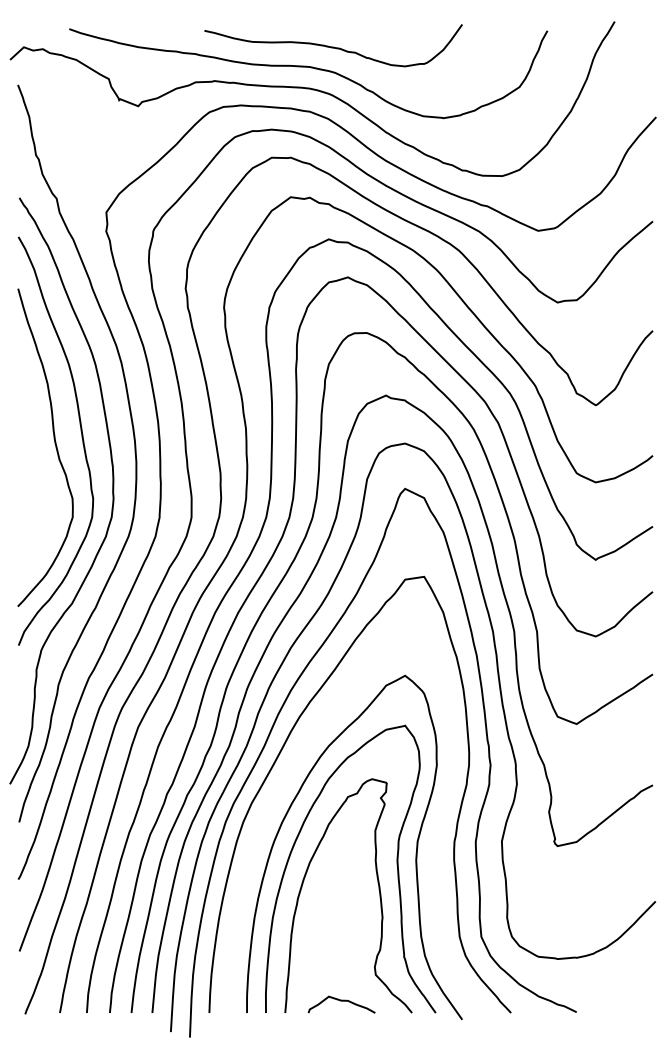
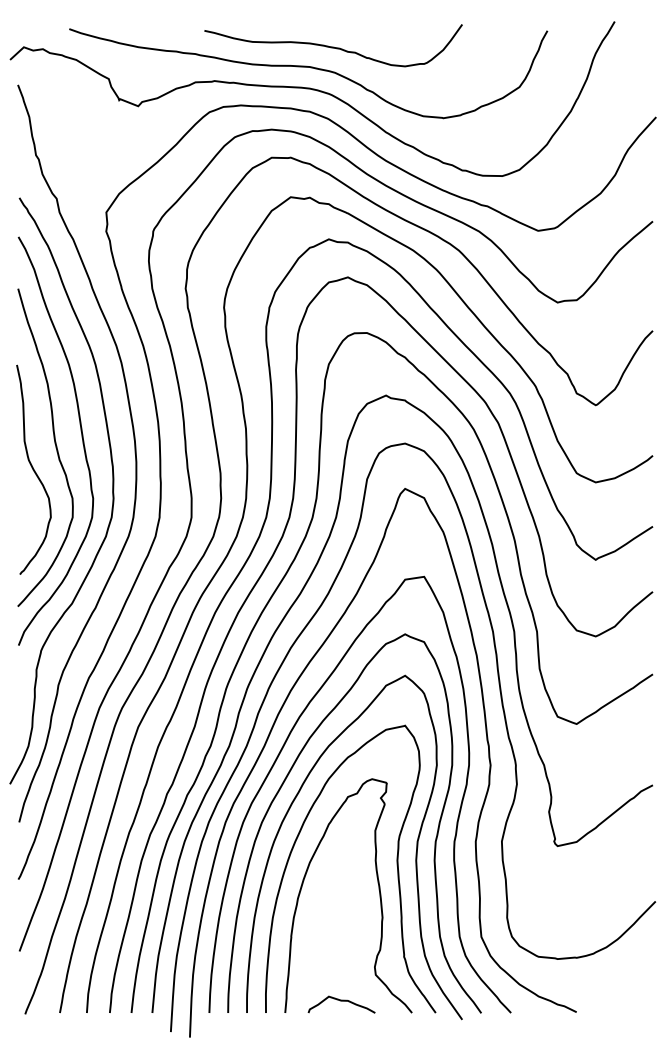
curve at (33, 469): none -> present
curve at (285, 781): none -> present
